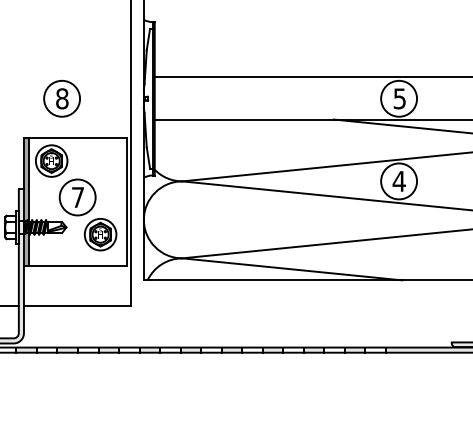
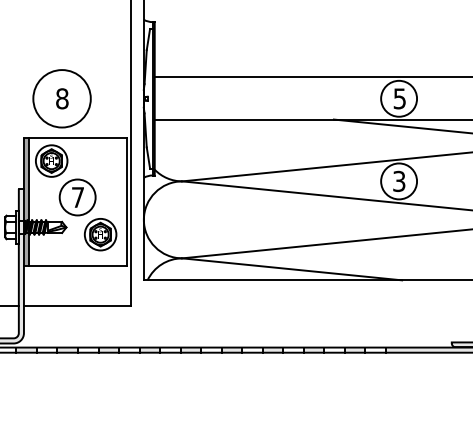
circle at (62, 98) diameter: 36 px -> 57 px
text at (398, 181): 4 -> 3
